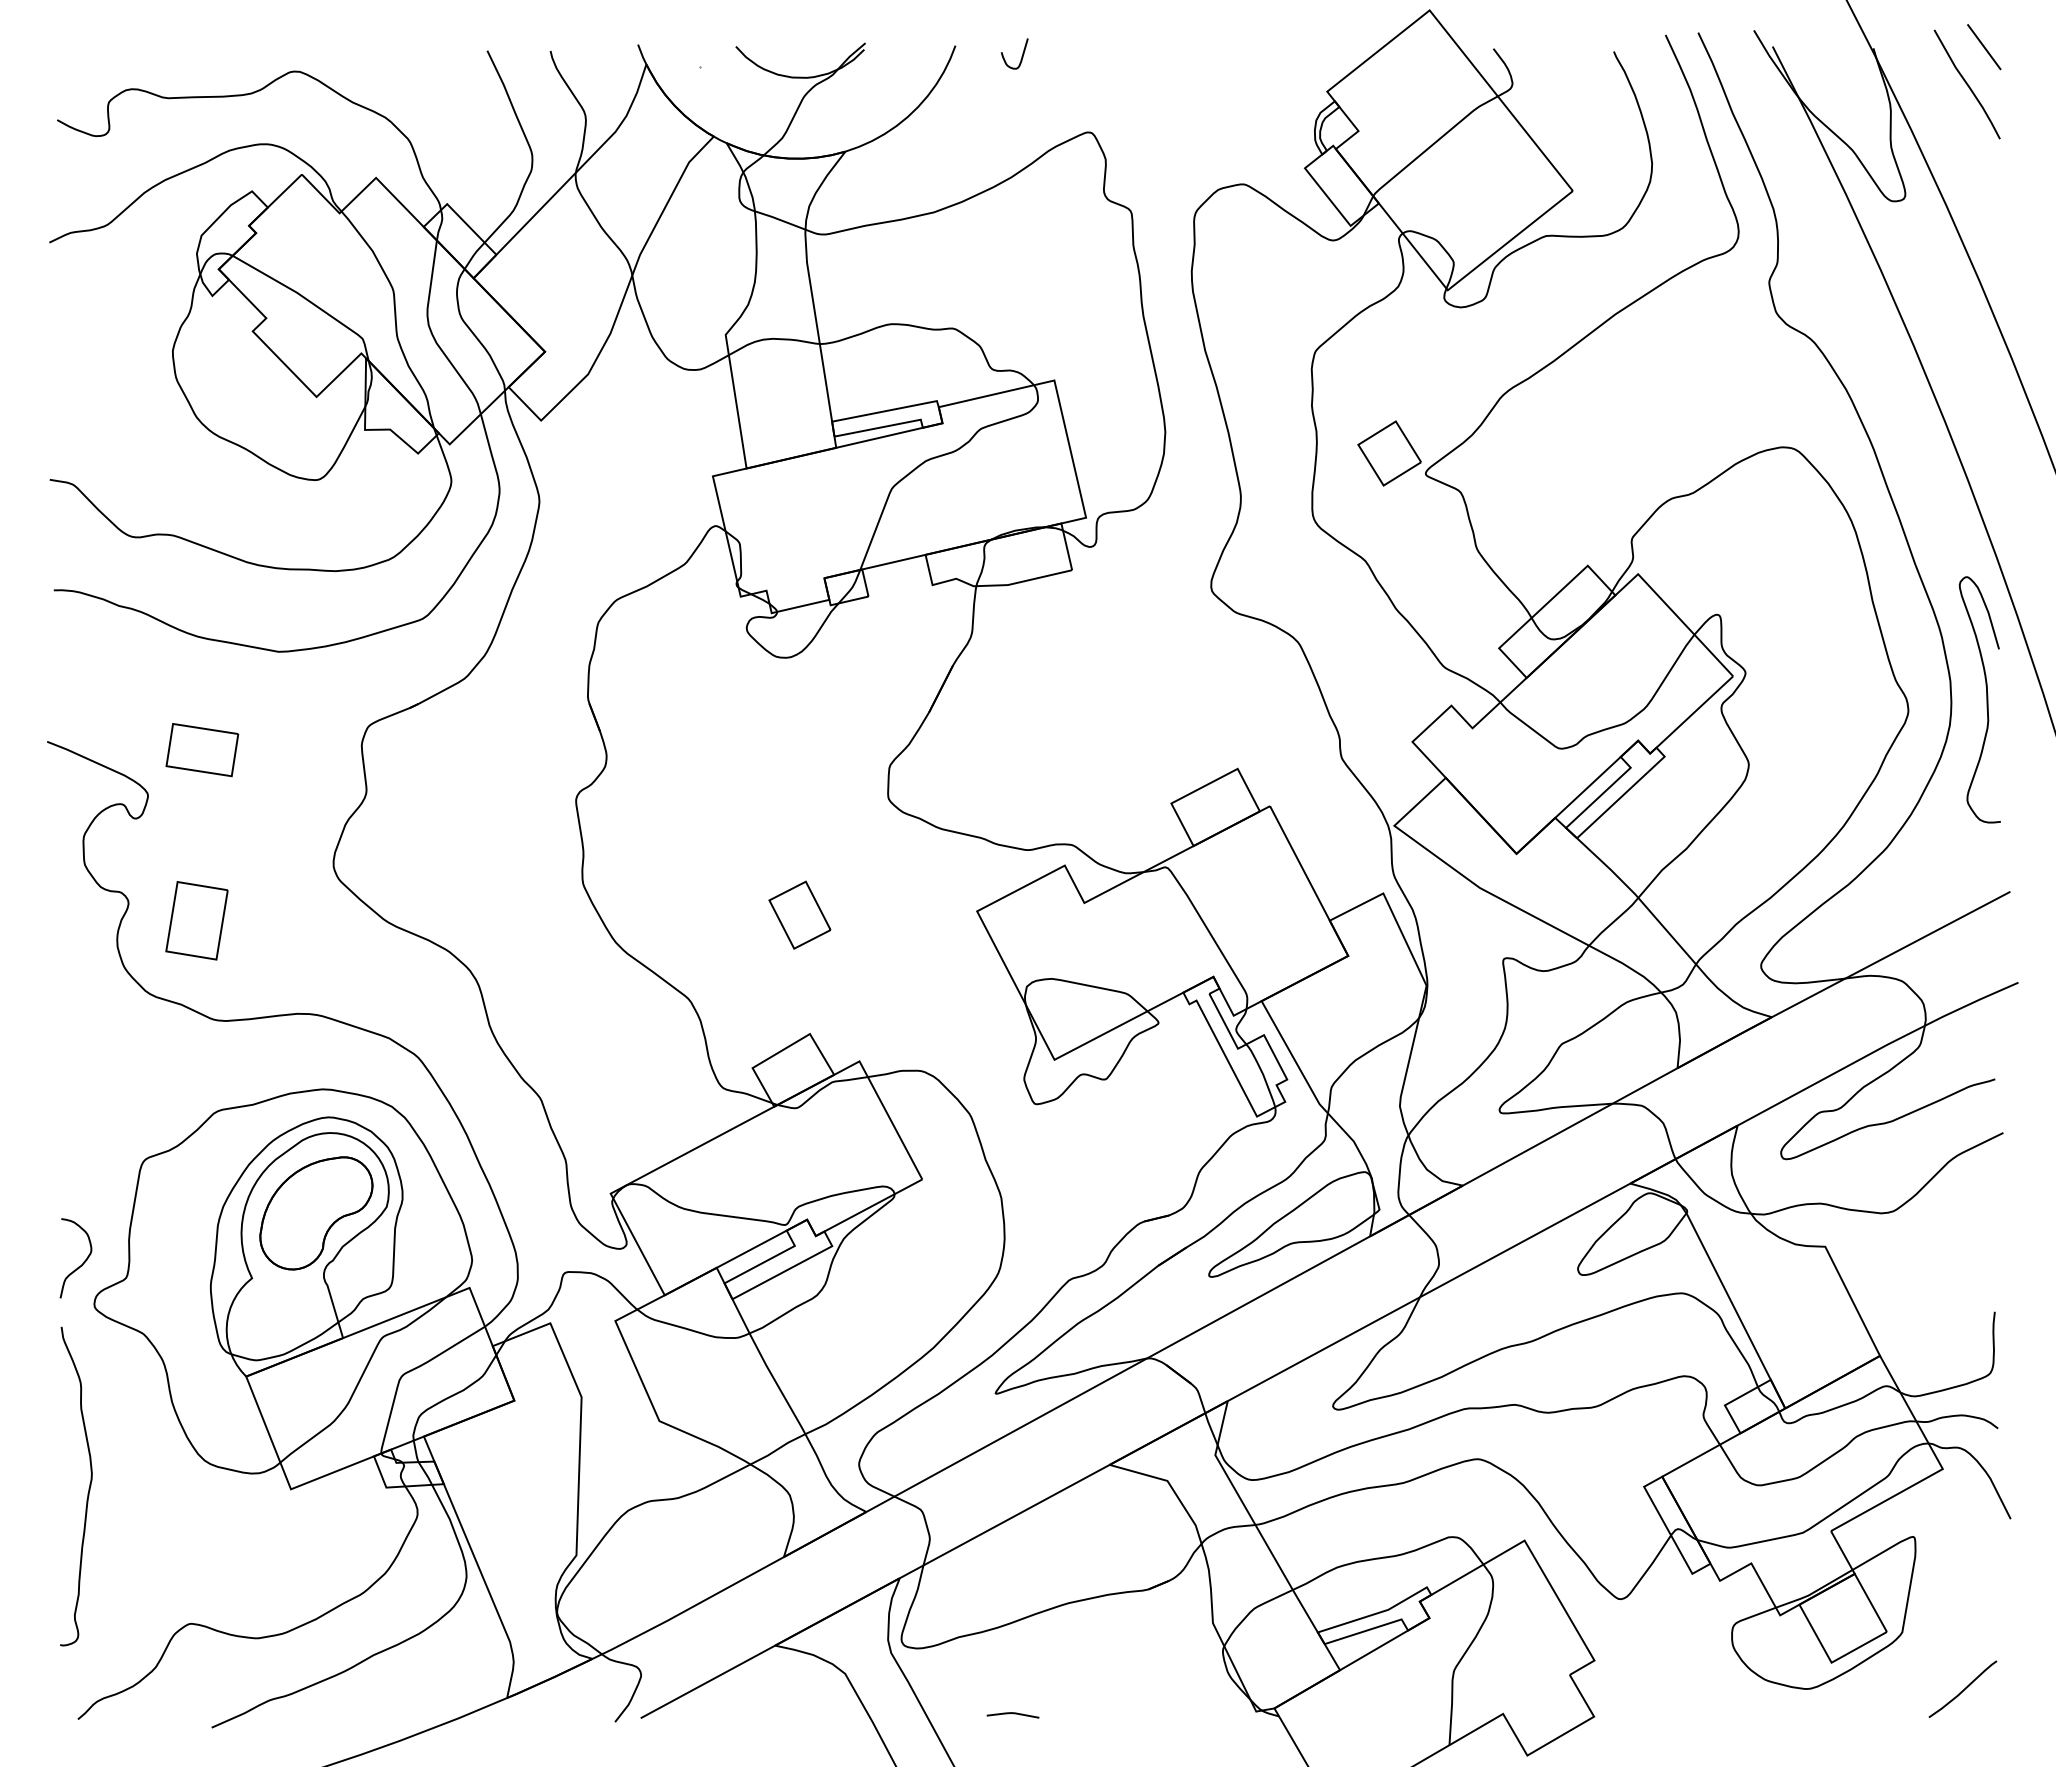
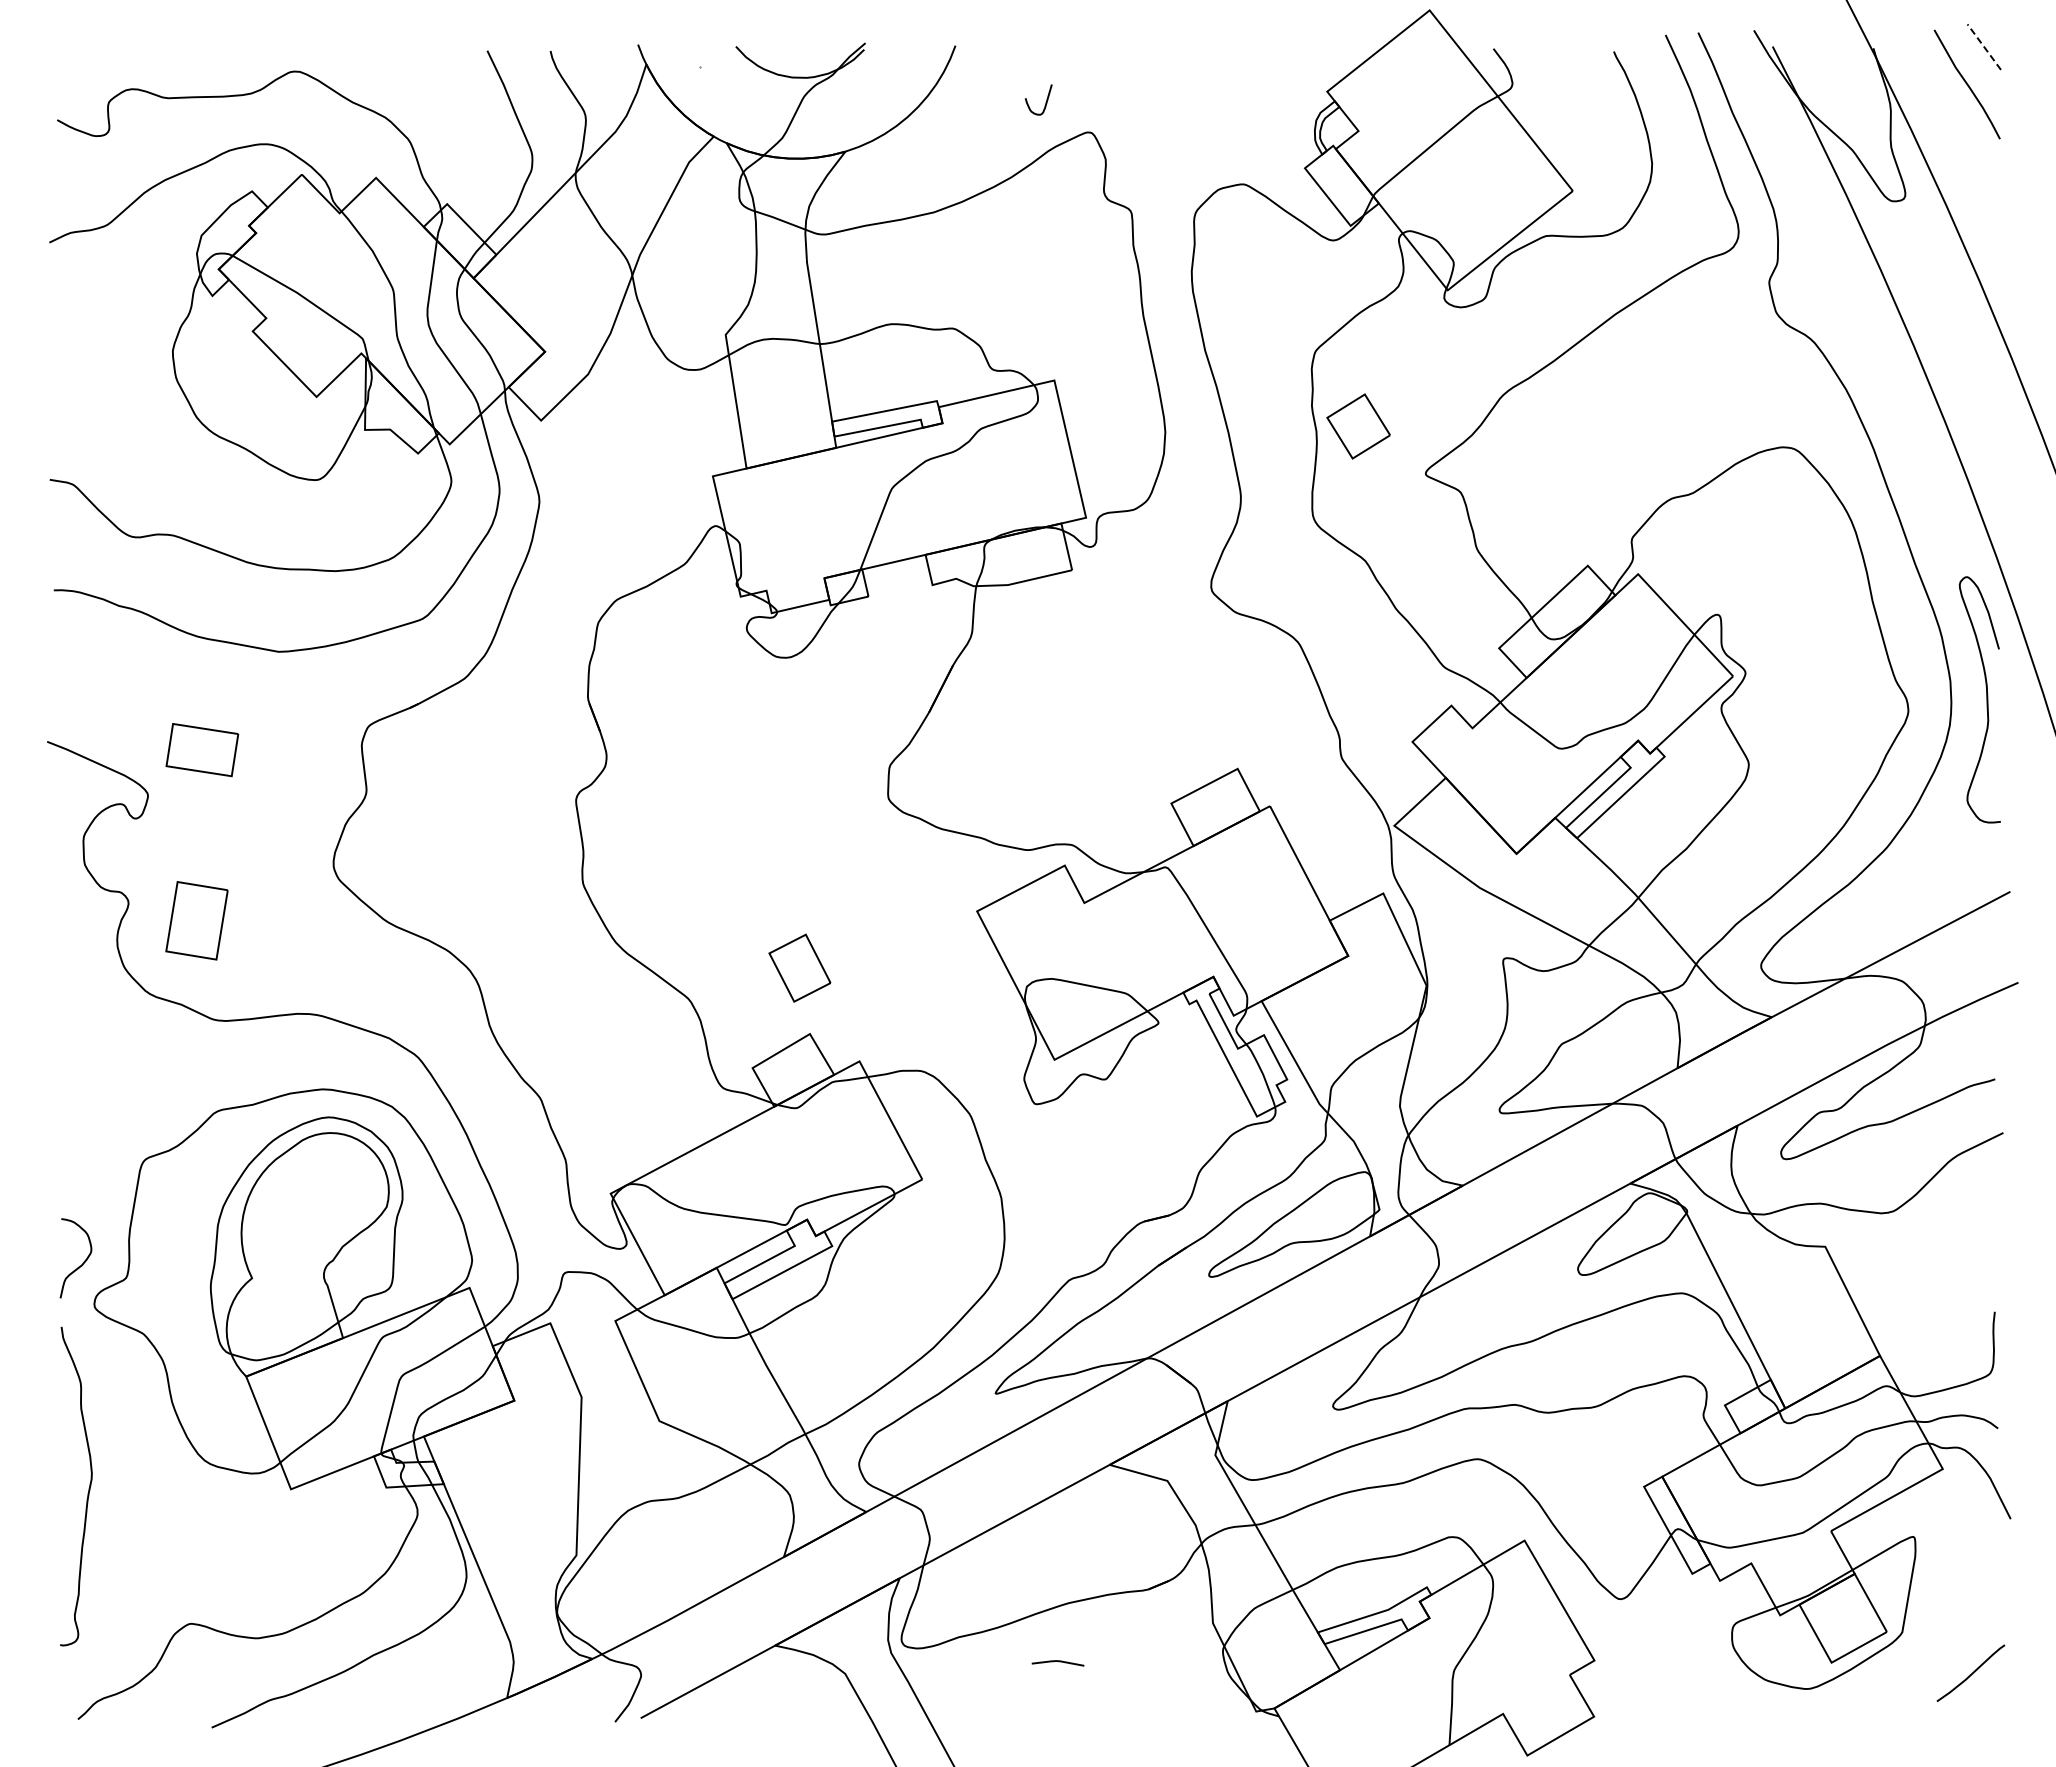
line at (1983, 46): solid -> dashed
curve at (1021, 56) position: (1021, 56) -> (1045, 102)
part at (1389, 453) position: (1389, 453) -> (1358, 426)
part at (799, 914) position: (799, 914) -> (799, 967)
part at (316, 1213): present -> none
curve at (1963, 1689) position: (1963, 1689) -> (1971, 1673)
line at (1013, 1714) position: (1013, 1714) -> (1058, 1662)
